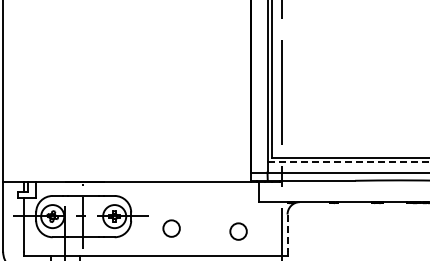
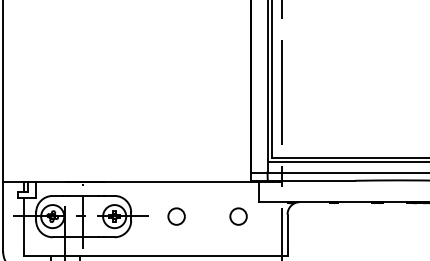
line at (348, 162): dashed -> solid
circle at (171, 228) position: (171, 228) -> (176, 216)
circle at (238, 231) position: (238, 231) -> (238, 216)
line at (287, 233): dashed -> solid
